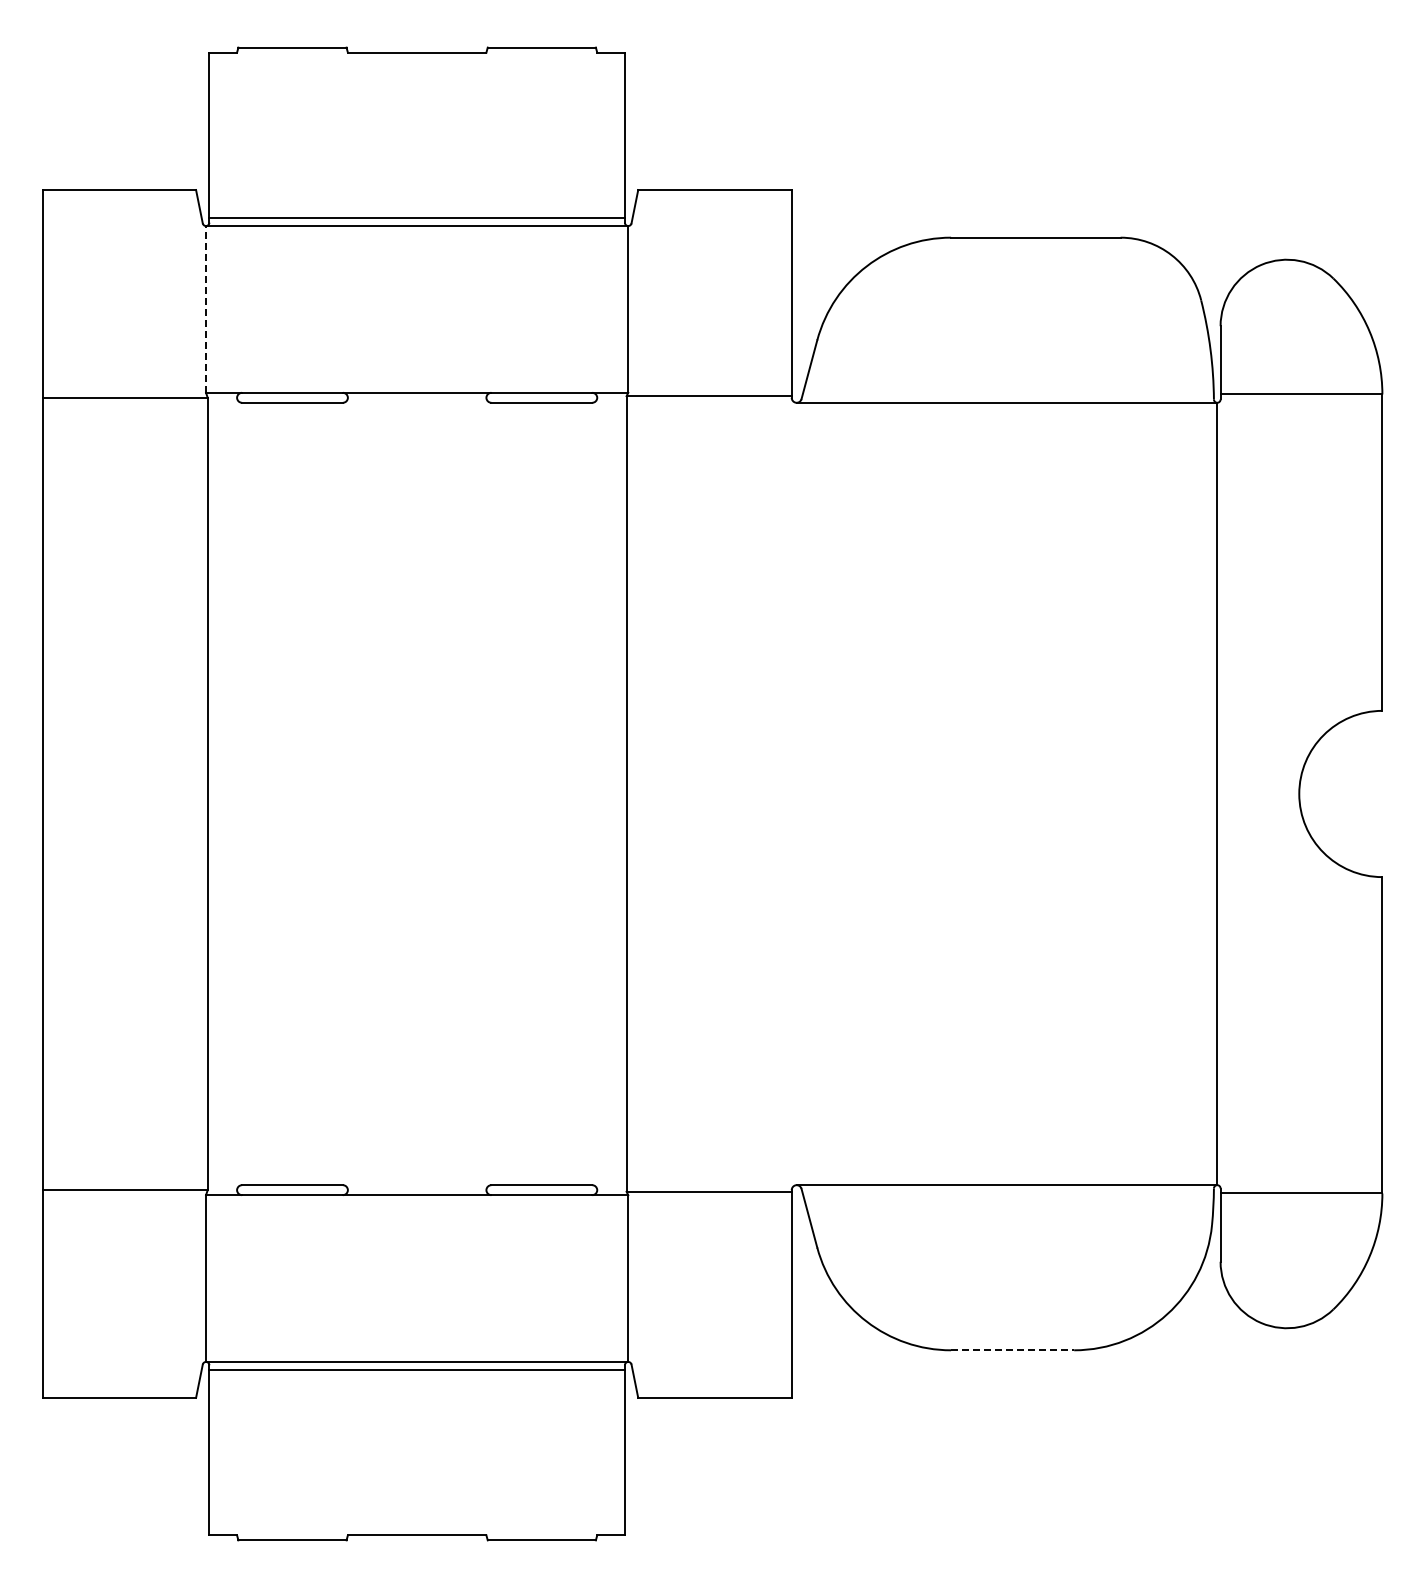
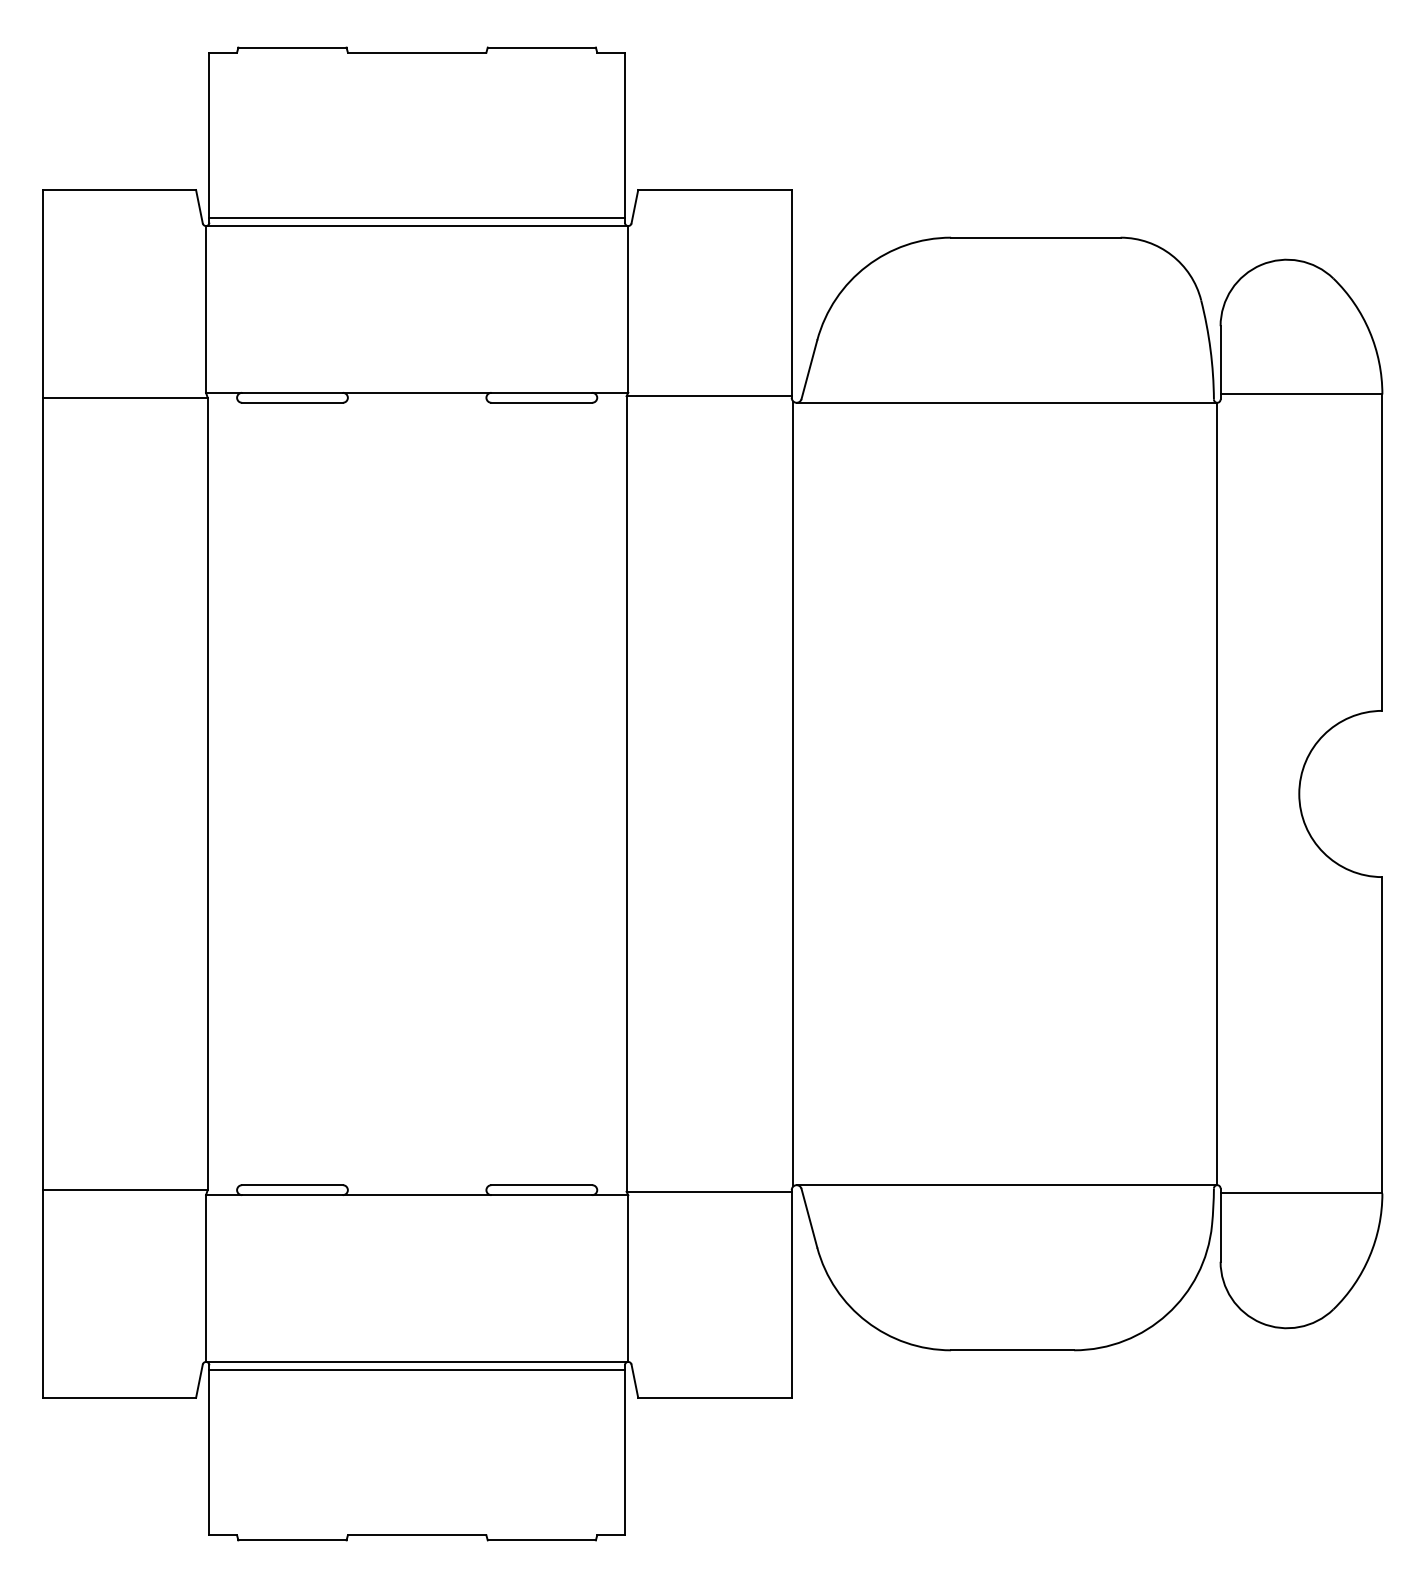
line at (206, 308): dashed -> solid
line at (793, 793): none -> present
line at (1012, 1350): dashed -> solid
